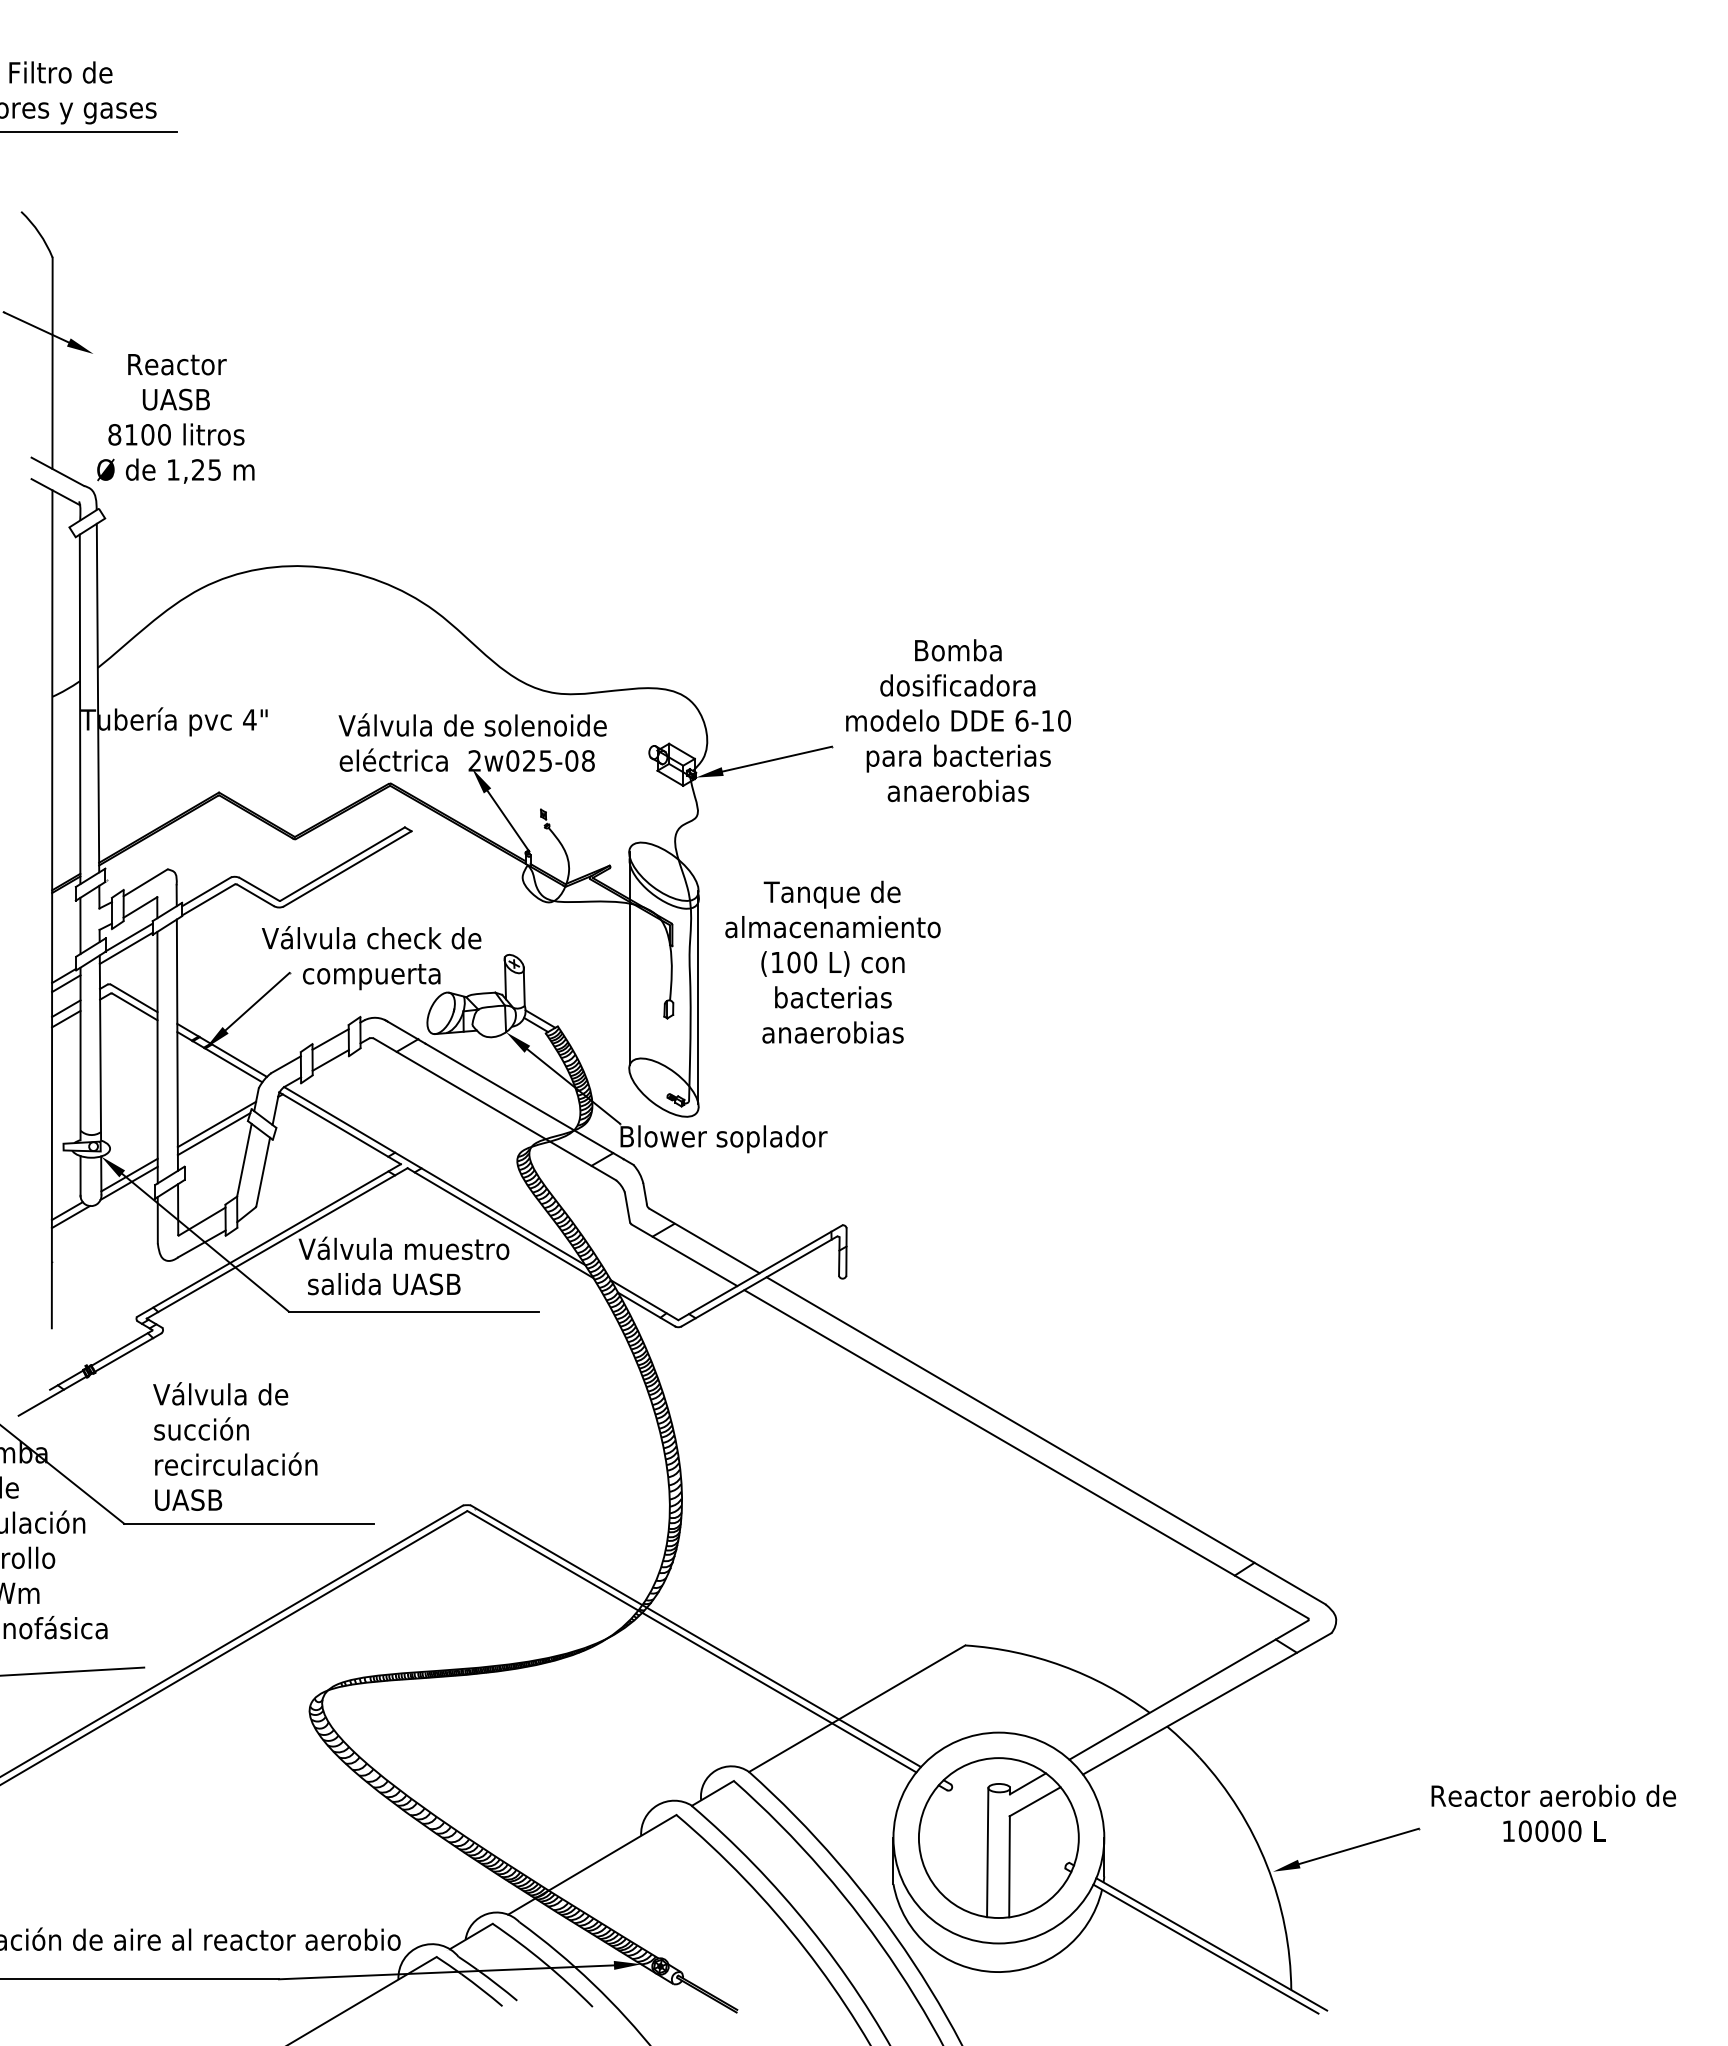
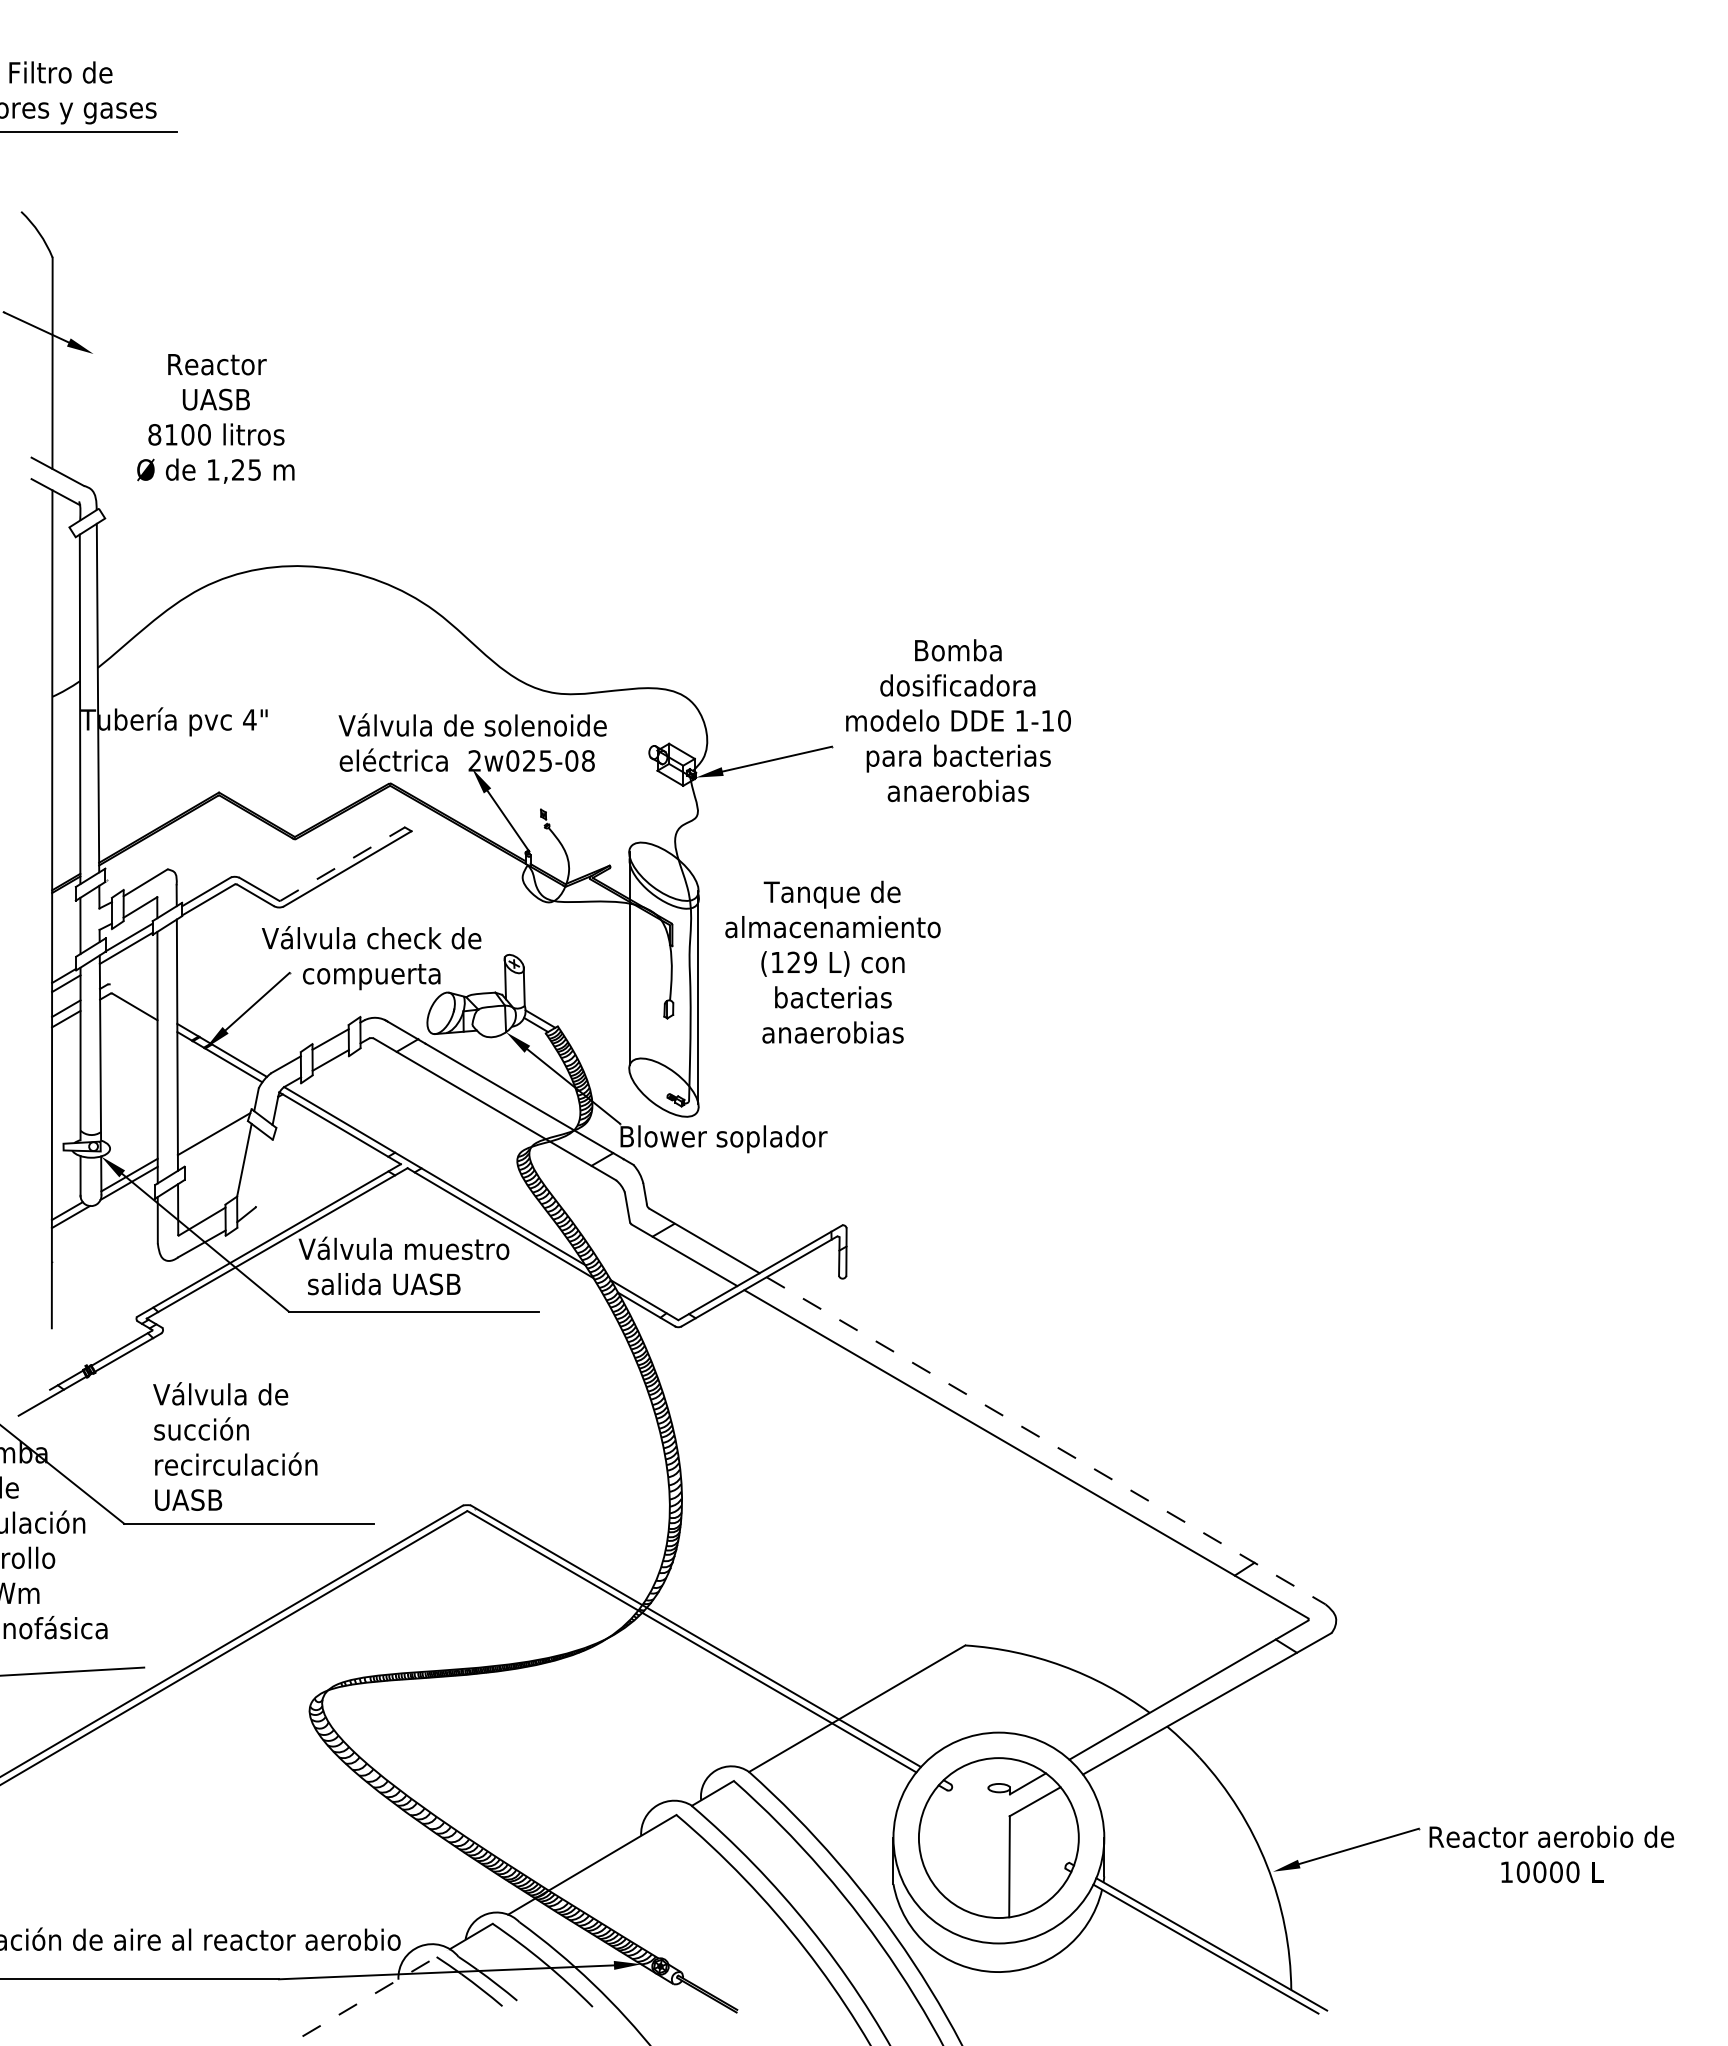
text at (175, 418) position: (175, 418) -> (215, 418)
text at (1021, 720): 6-10 -> 1-10
line at (343, 863): solid -> dashed
text at (802, 962): (100 -> (129
line at (133, 998): present -> none
line at (216, 1124): present -> none
line at (263, 1171): present -> none
line at (1046, 1440): solid -> dashed
text at (1553, 1813) position: (1553, 1813) -> (1551, 1854)
line at (987, 1852): present -> none
line at (361, 2001): solid -> dashed
